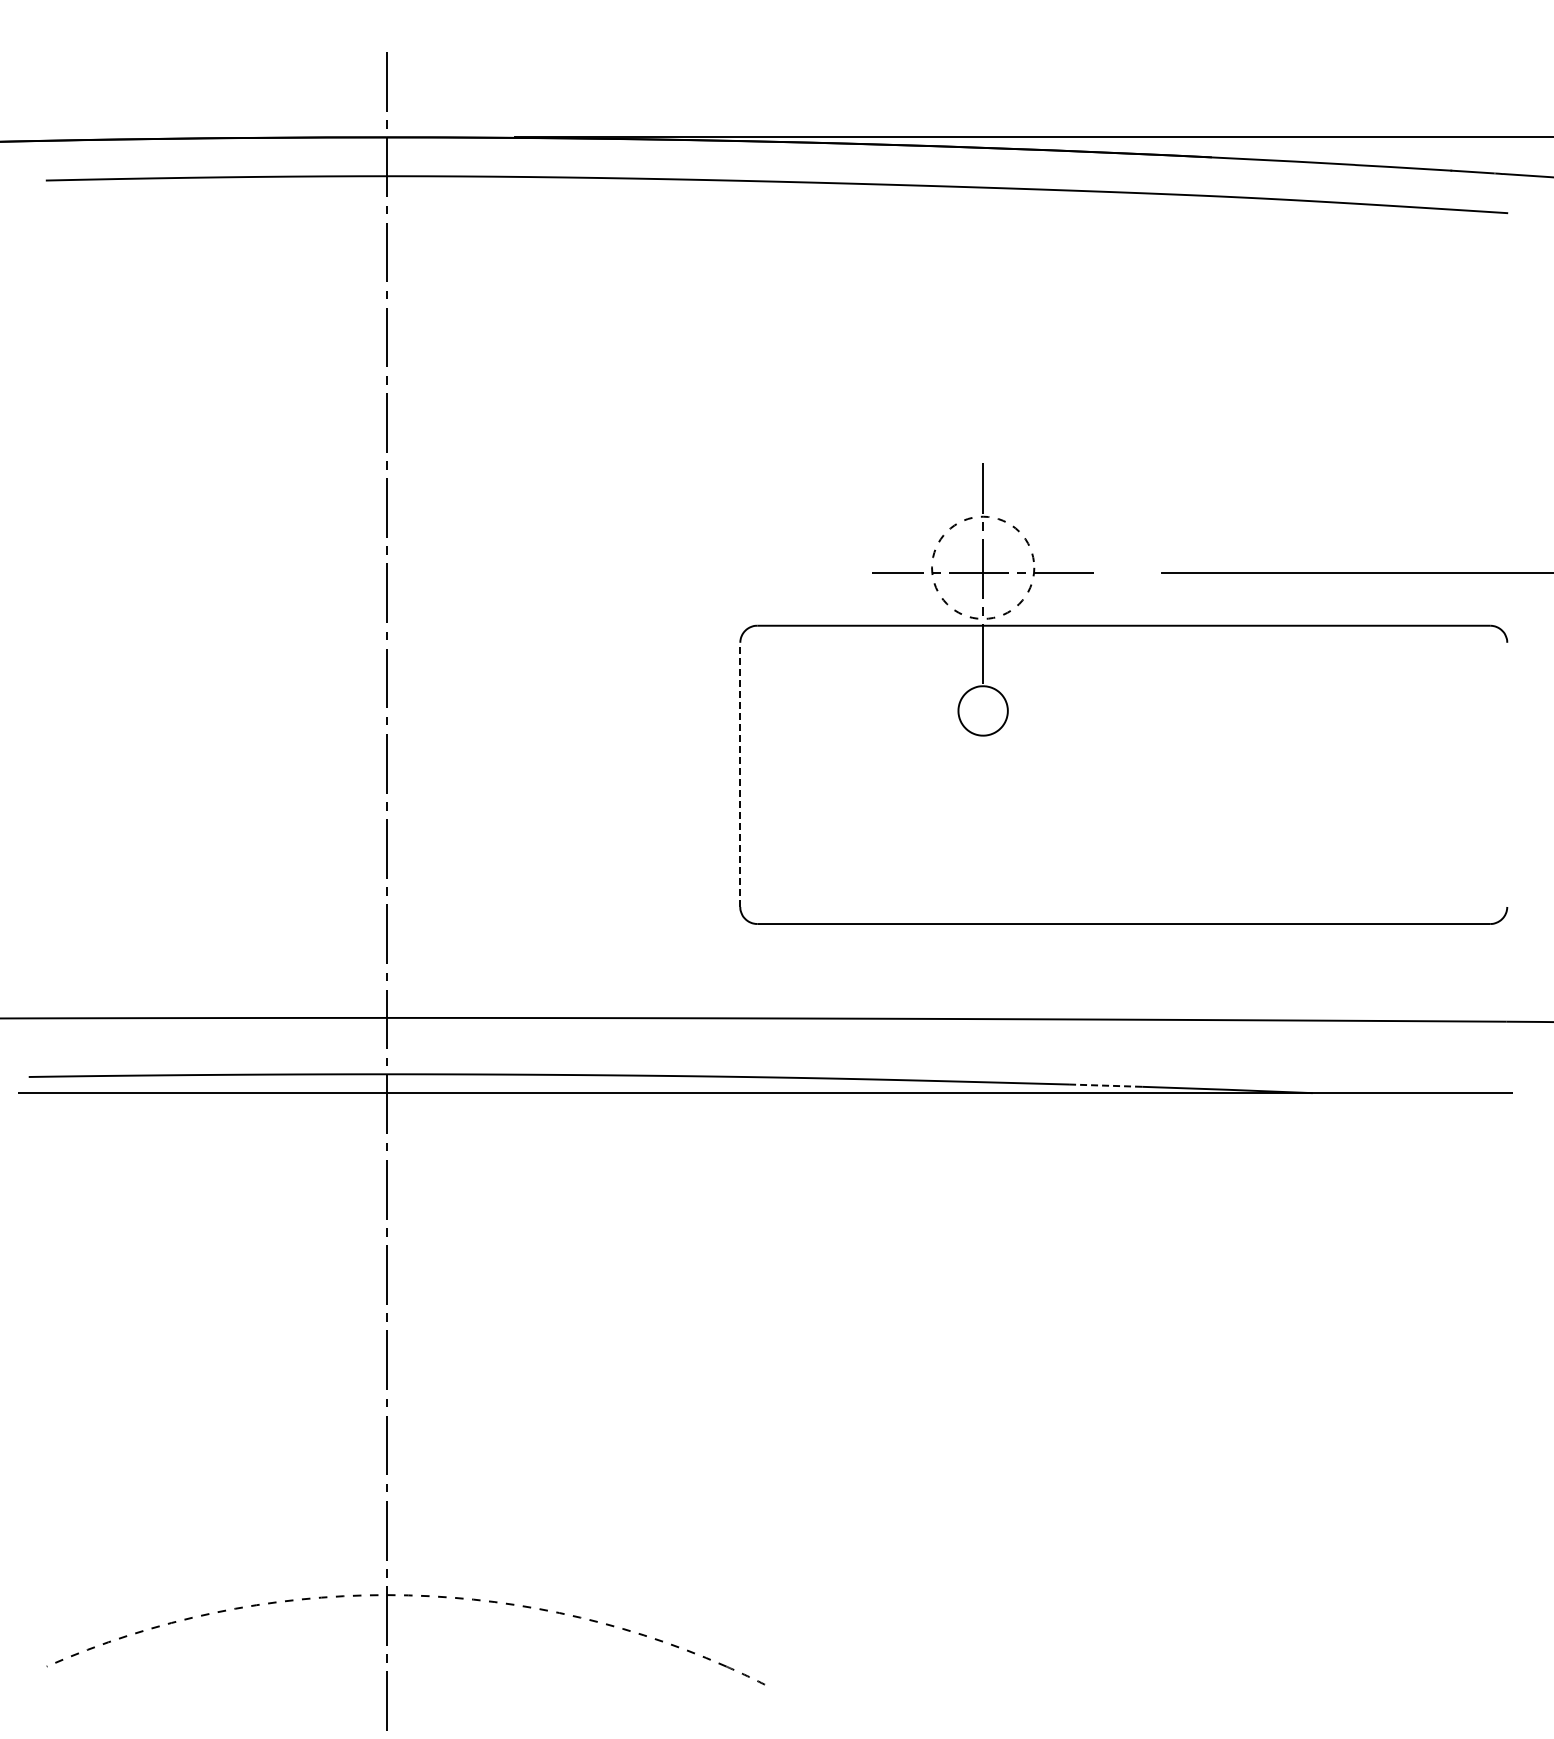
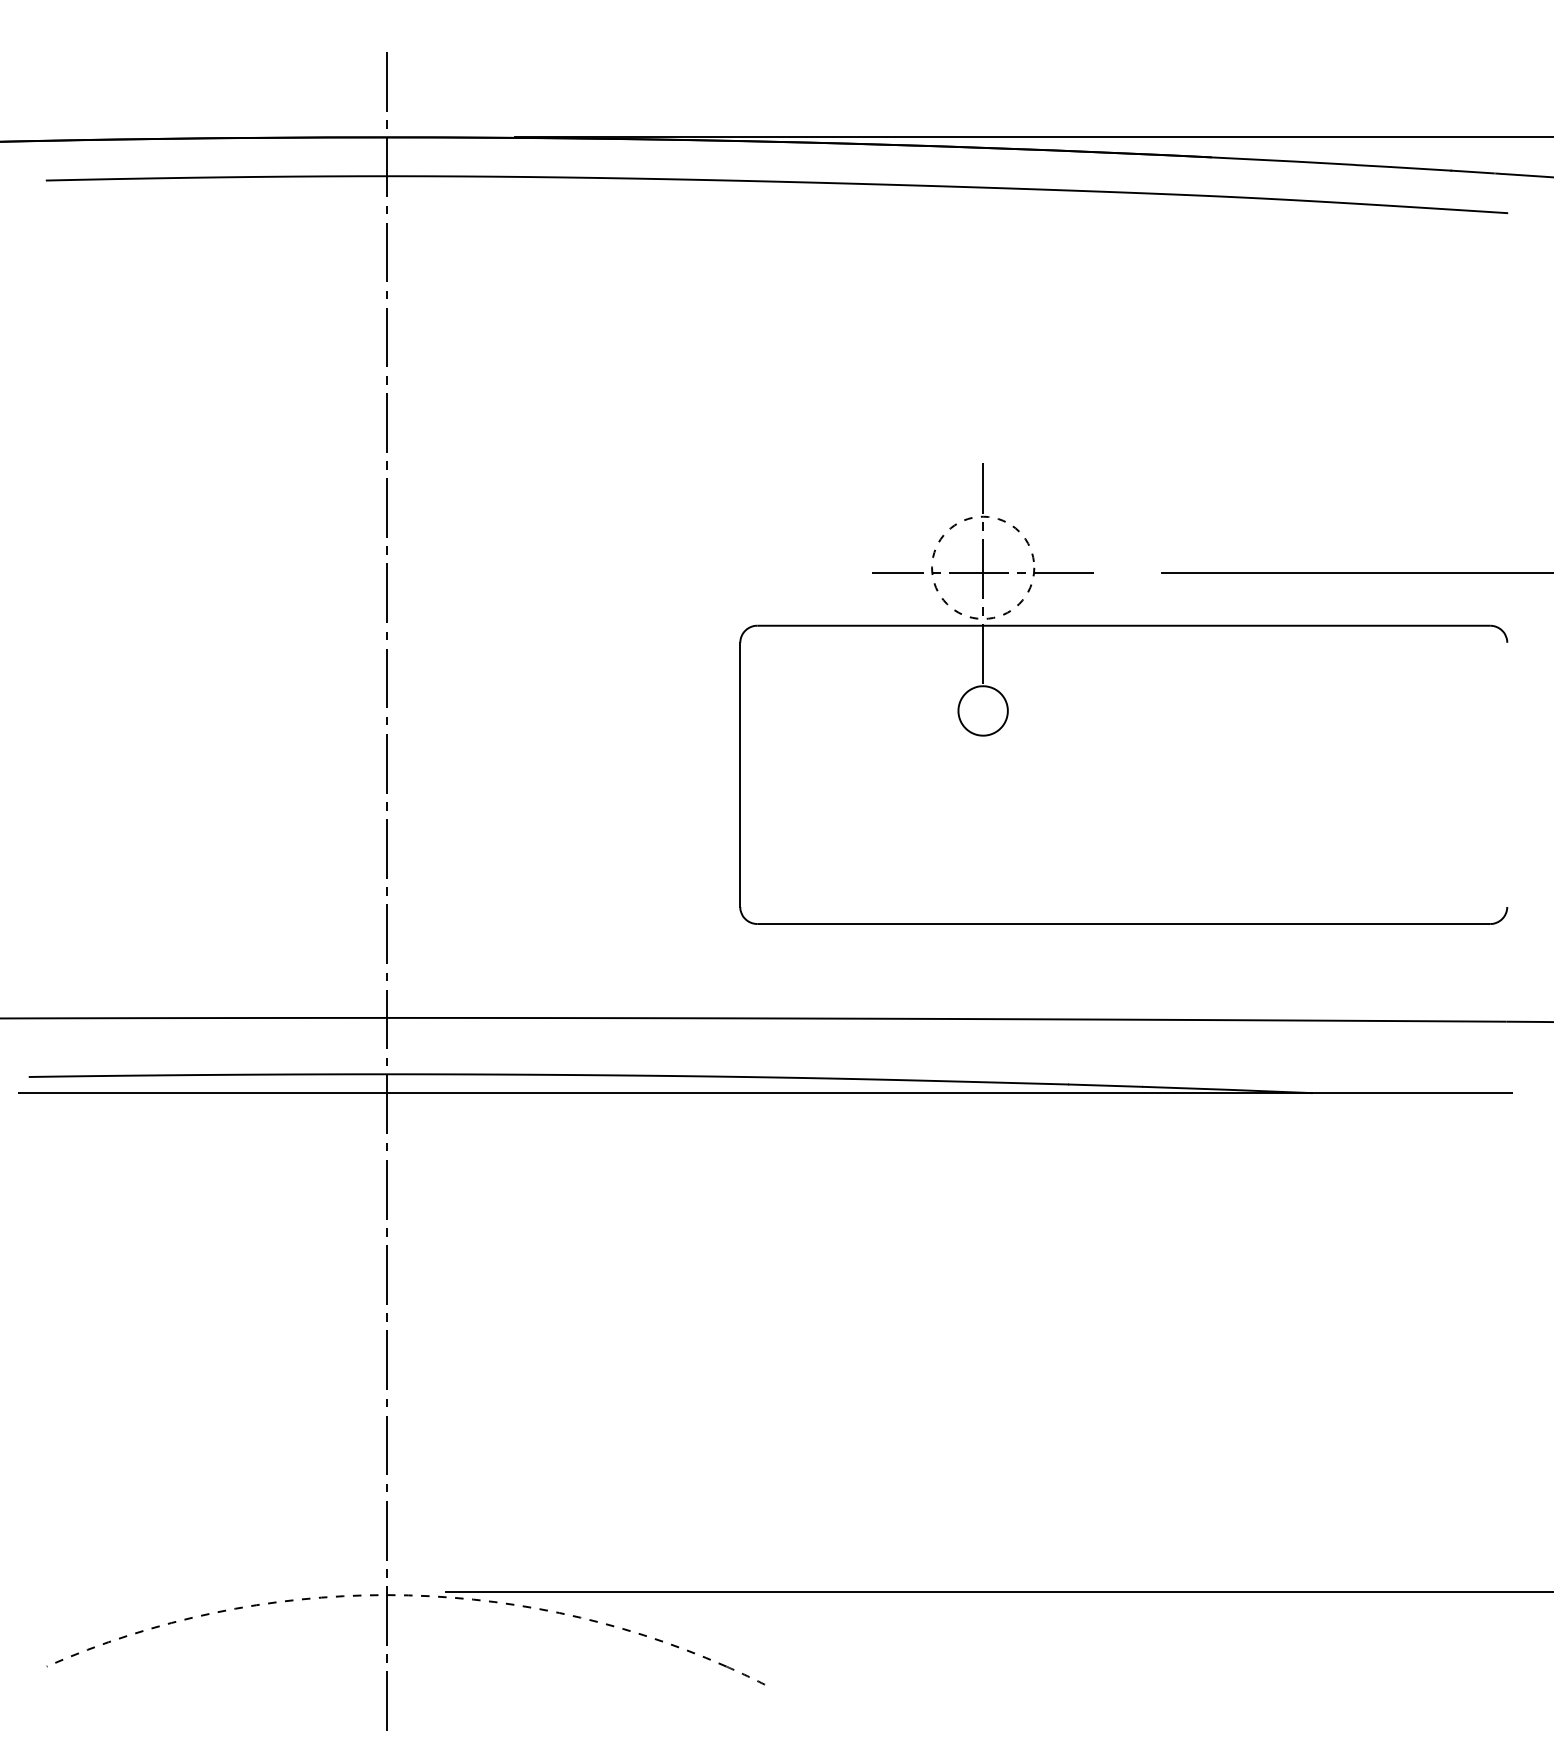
line at (740, 774): dashed -> solid
line at (1105, 1085): dashed -> solid
line at (998, 1592): none -> present
